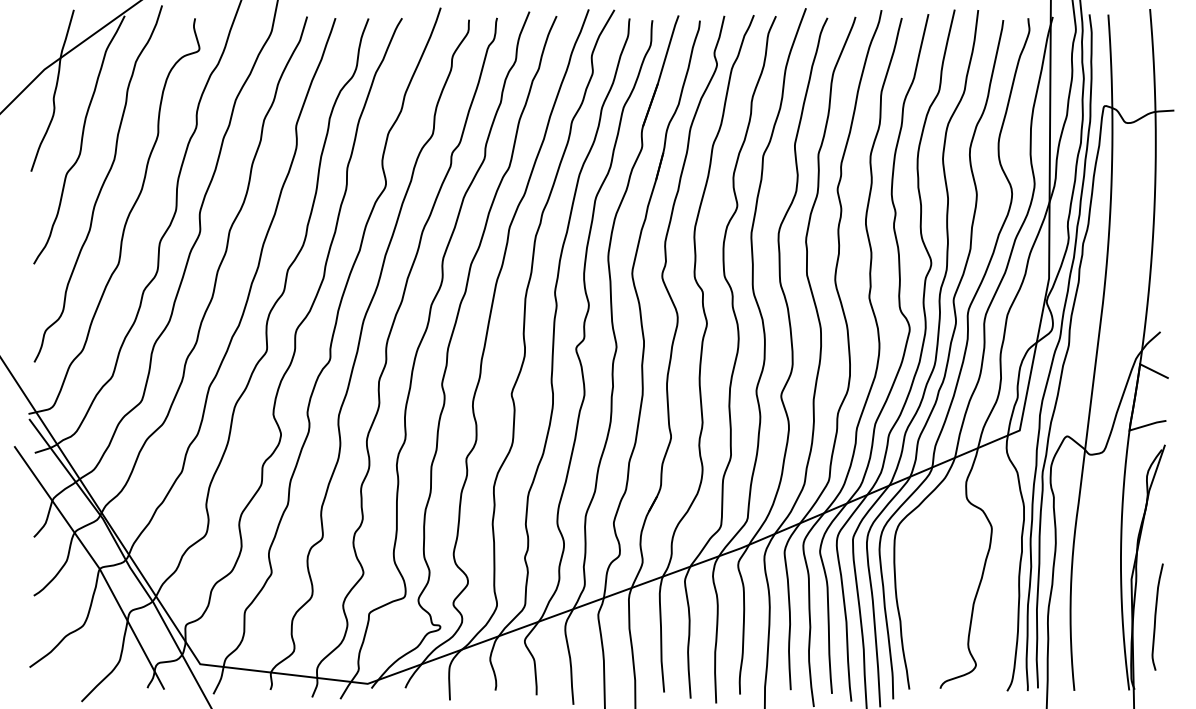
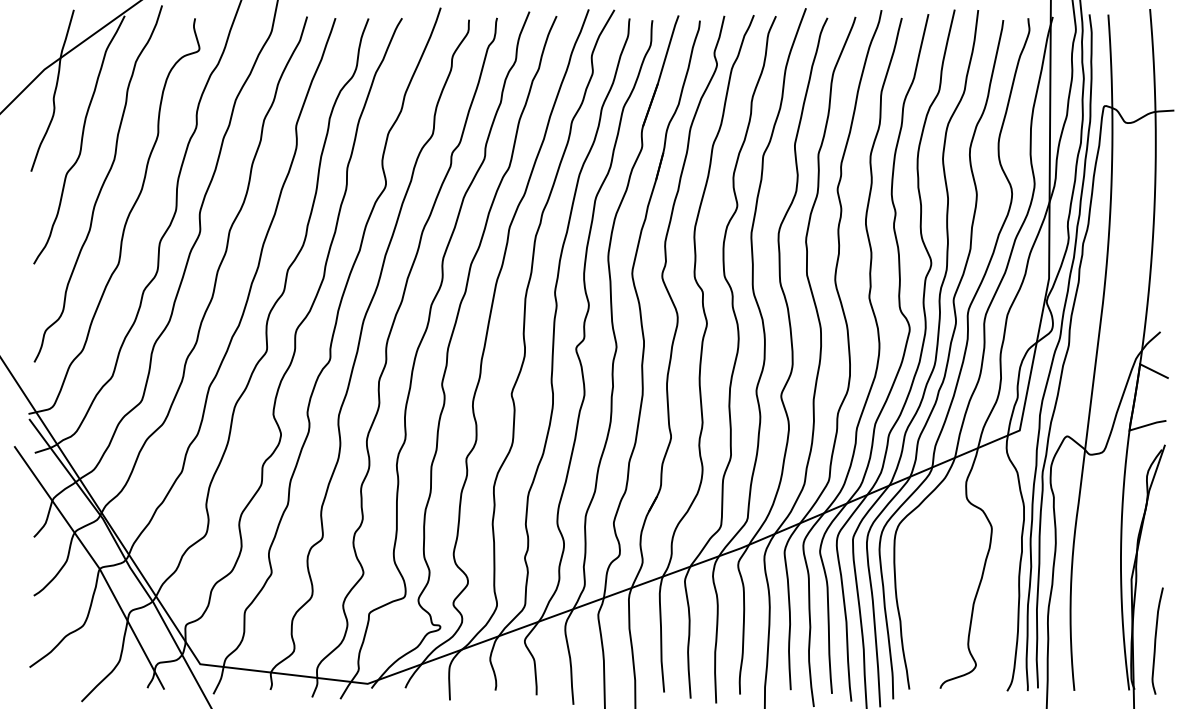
curve at (1156, 616) position: (1156, 616) -> (1156, 640)
